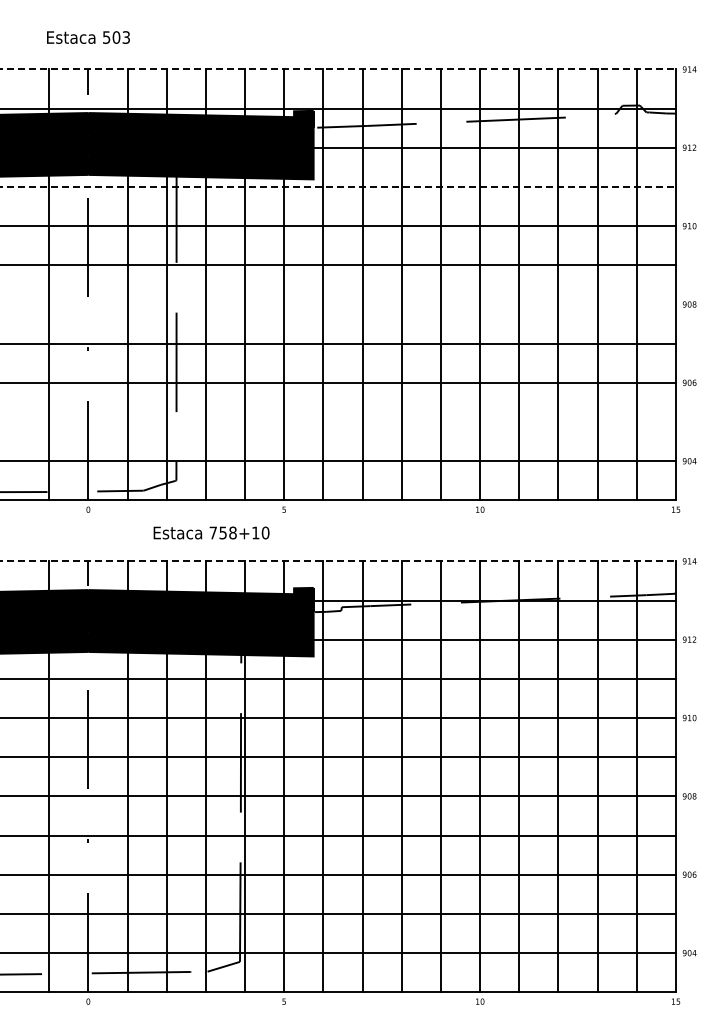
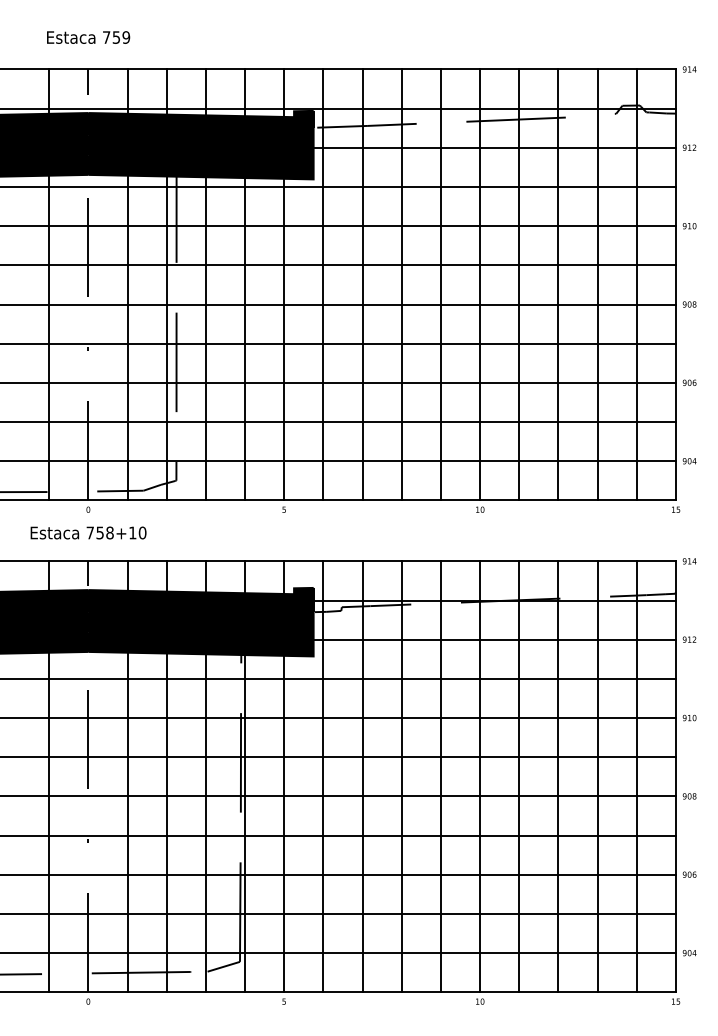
text at (116, 37): 503 -> 759
line at (338, 69): dashed -> solid
line at (338, 186): dashed -> solid
line at (339, 304): none -> present
line at (339, 422): none -> present
text at (211, 532) position: (211, 532) -> (88, 532)
line at (338, 561): dashed -> solid
